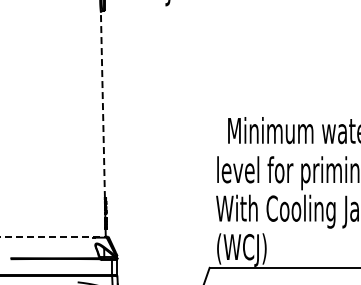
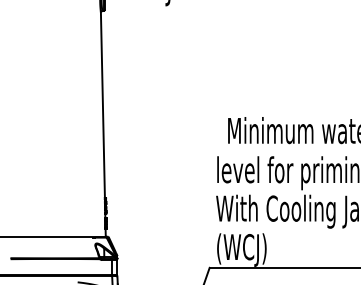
line at (102, 105): dashed -> solid
line at (53, 236): dashed -> solid
